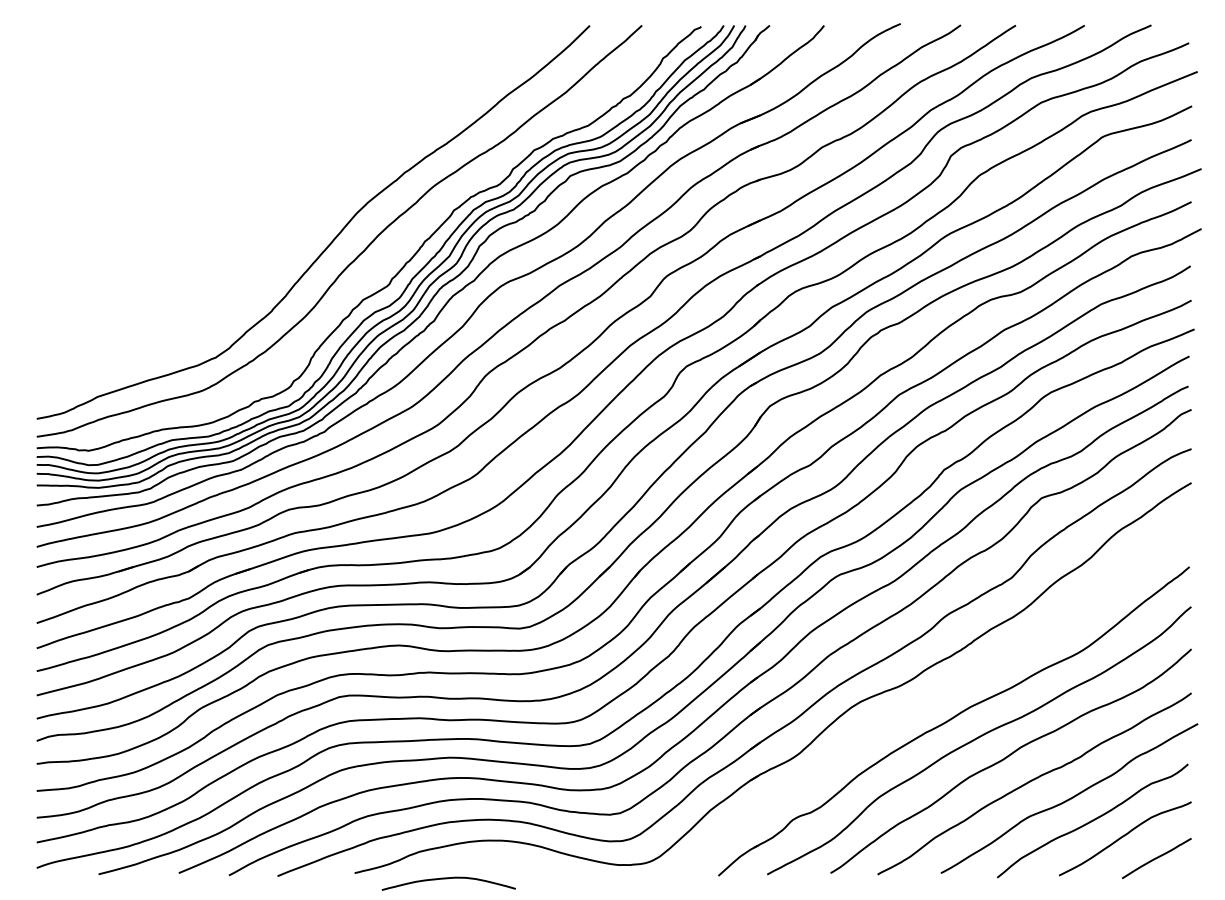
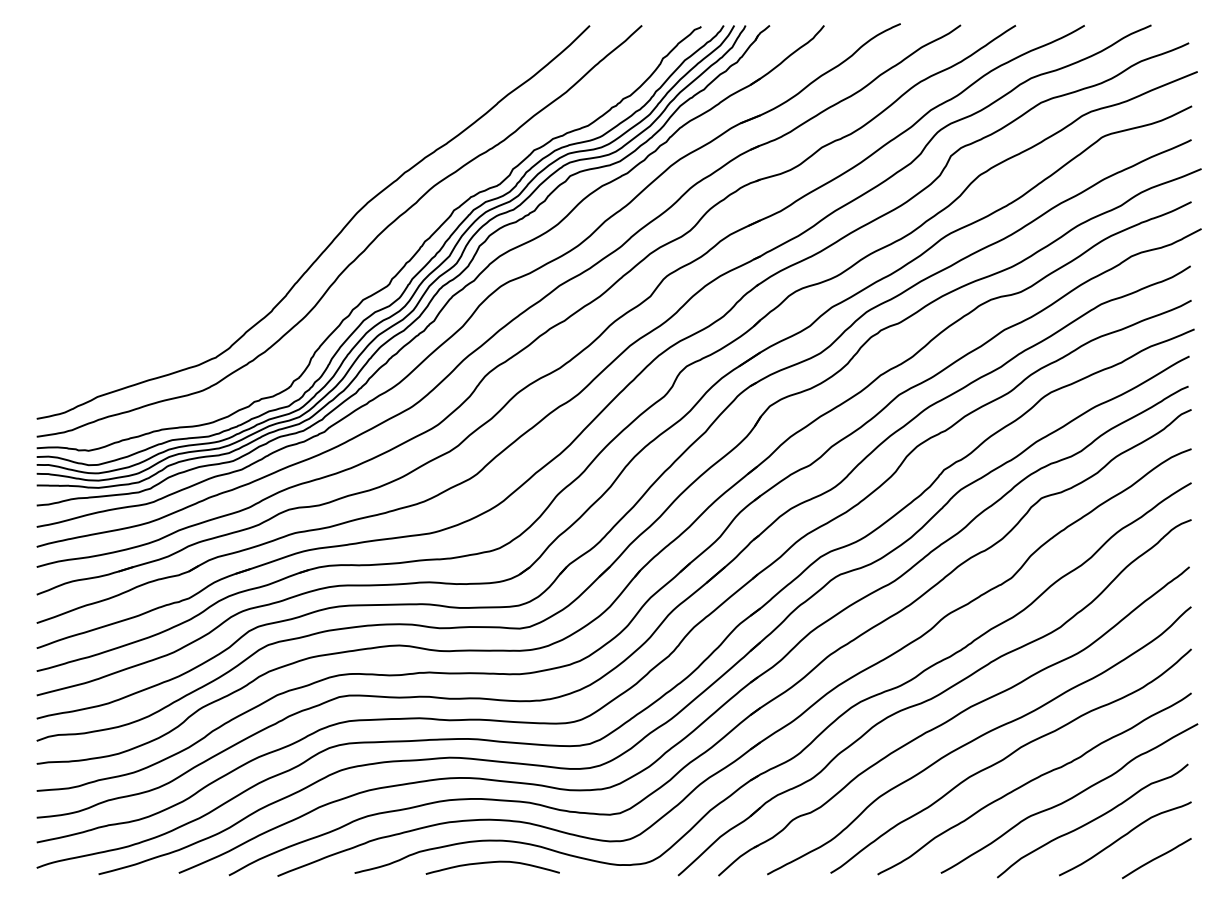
part at (934, 697): none -> present
curve at (447, 879) position: (447, 879) -> (491, 863)
